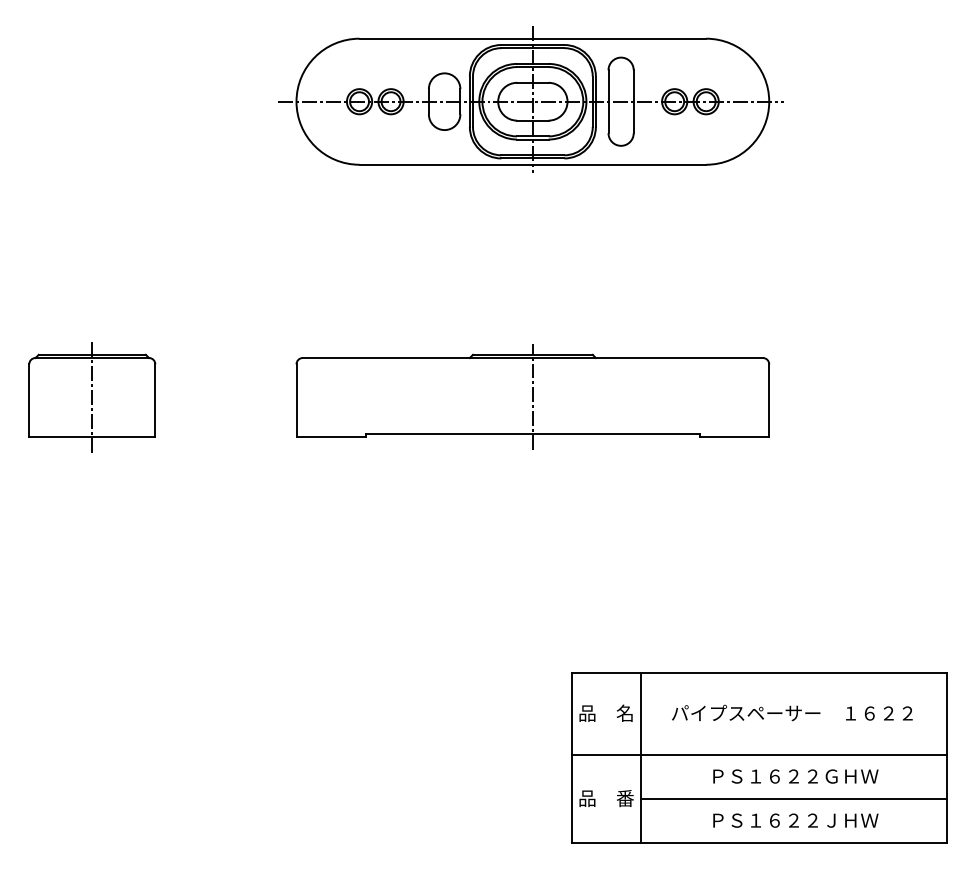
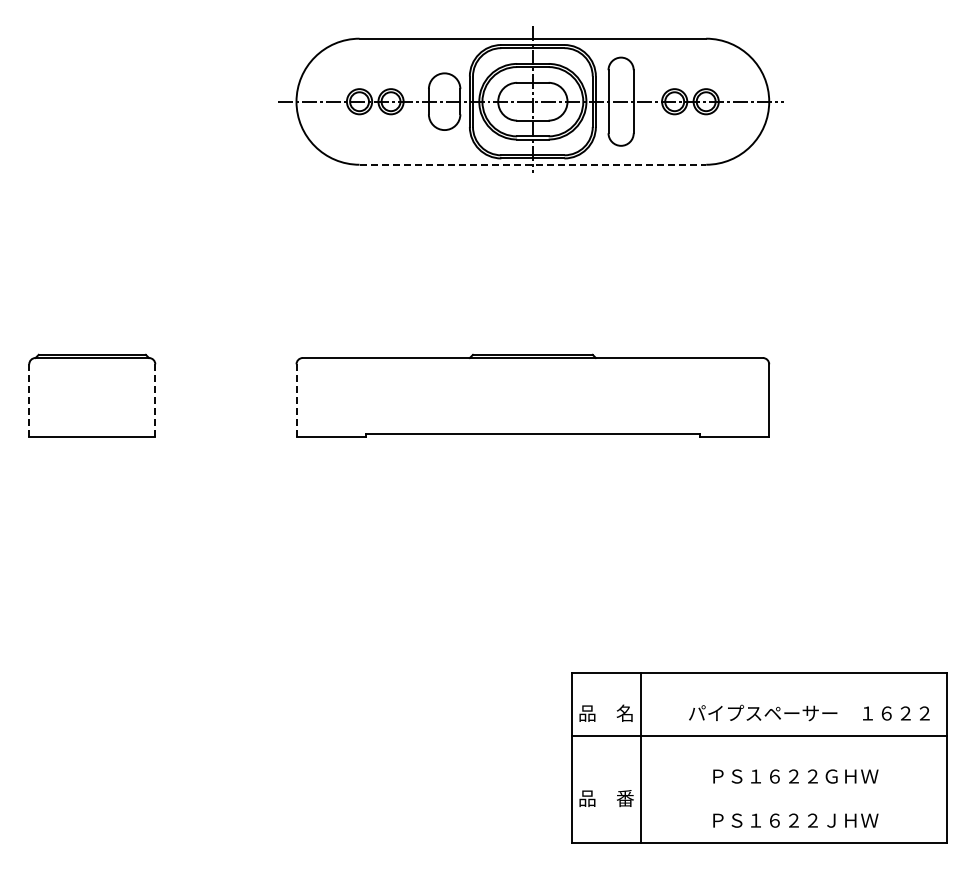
line at (533, 164): solid -> dashed
line at (92, 397): present -> none
line at (532, 397): present -> none
line at (29, 401): solid -> dashed
line at (155, 401): solid -> dashed
line at (296, 401): solid -> dashed
text at (792, 712) position: (792, 712) -> (809, 712)
line at (758, 754) position: (758, 754) -> (758, 735)
line at (793, 798): present -> none
